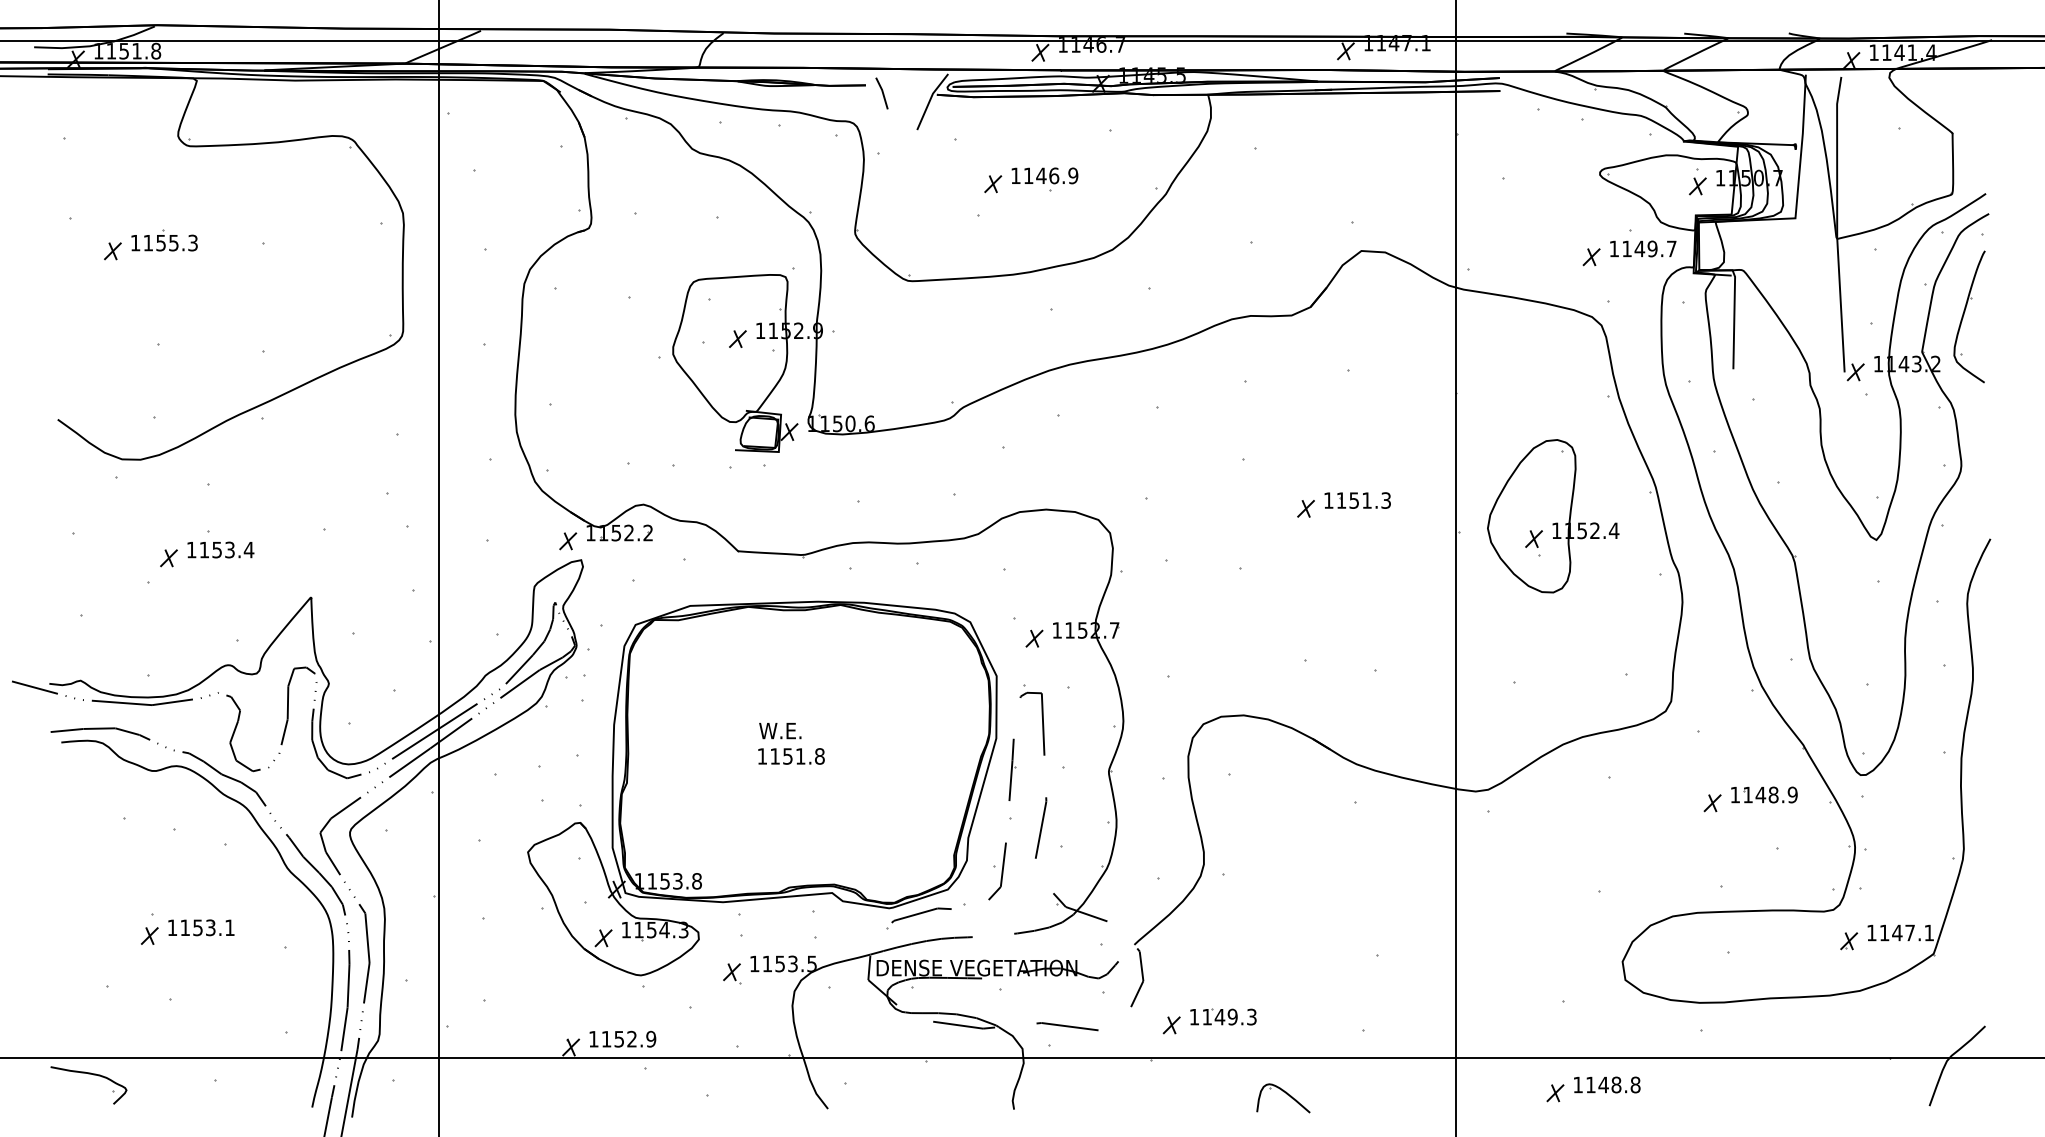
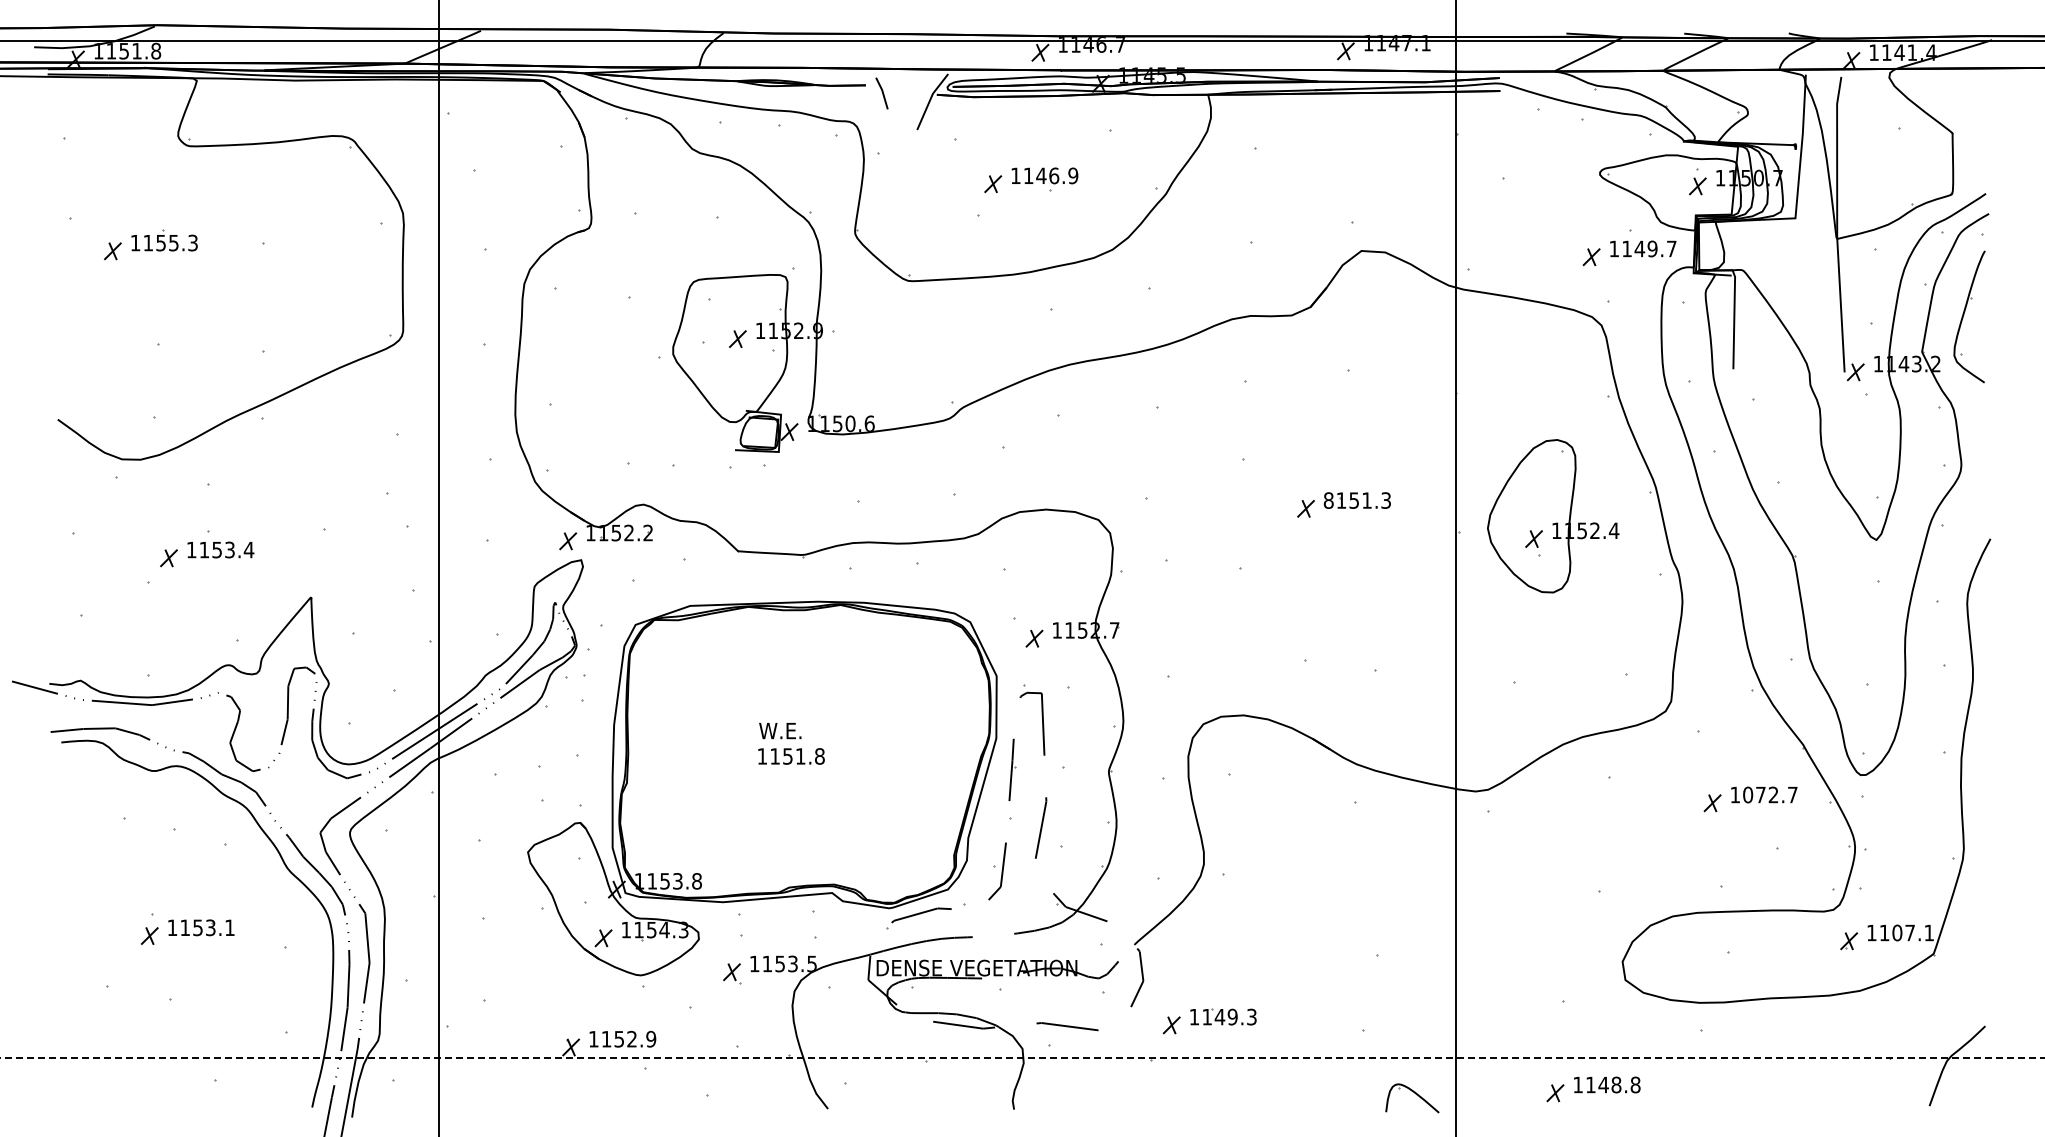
text at (1328, 500): 1151.3 -> 8151.3
text at (1770, 794): 1148.9 -> 1072.7
text at (1897, 932): 1147.1 -> 1107.1
line at (1023, 1057): solid -> dashed
part at (88, 1074): present -> none
part at (1283, 1098) position: (1283, 1098) -> (1412, 1098)
